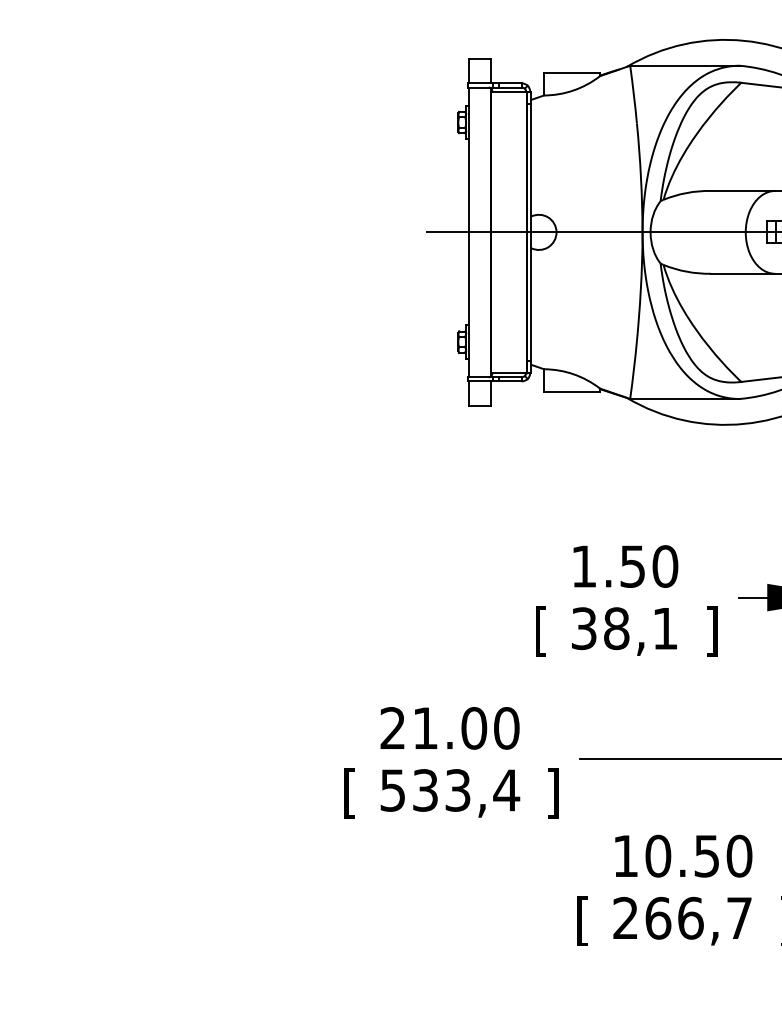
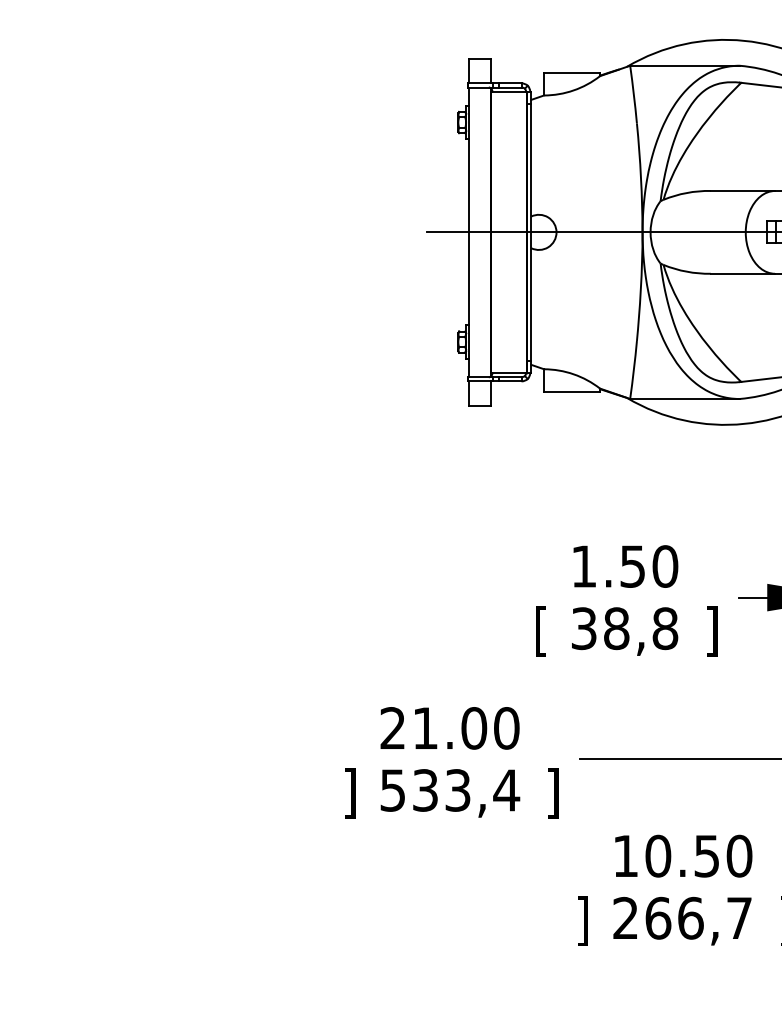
text at (665, 628): 38,1 -> 38,8
text at (349, 793): [ -> ]
text at (582, 920): [ -> ]
